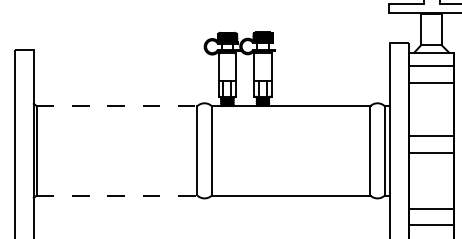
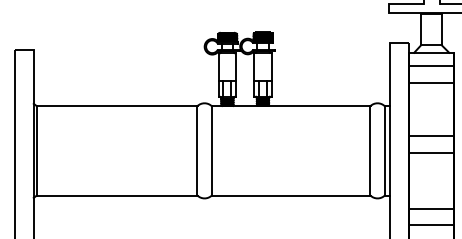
line at (117, 106): dashed -> solid
line at (117, 195): dashed -> solid
